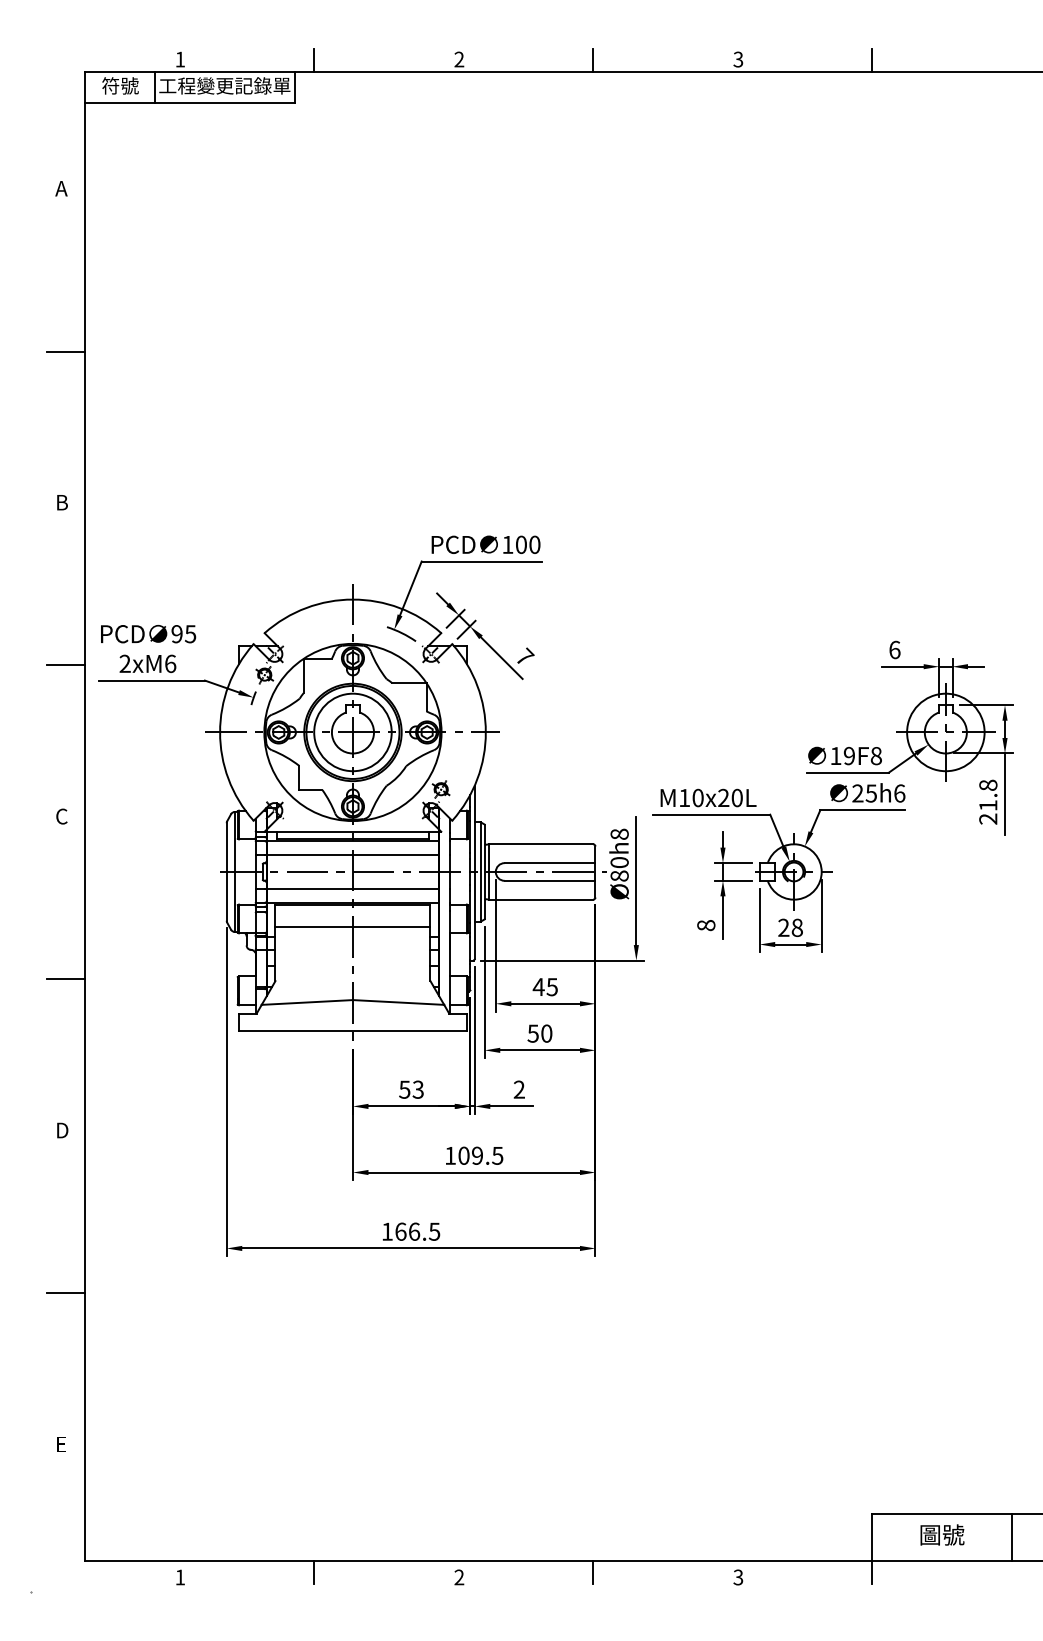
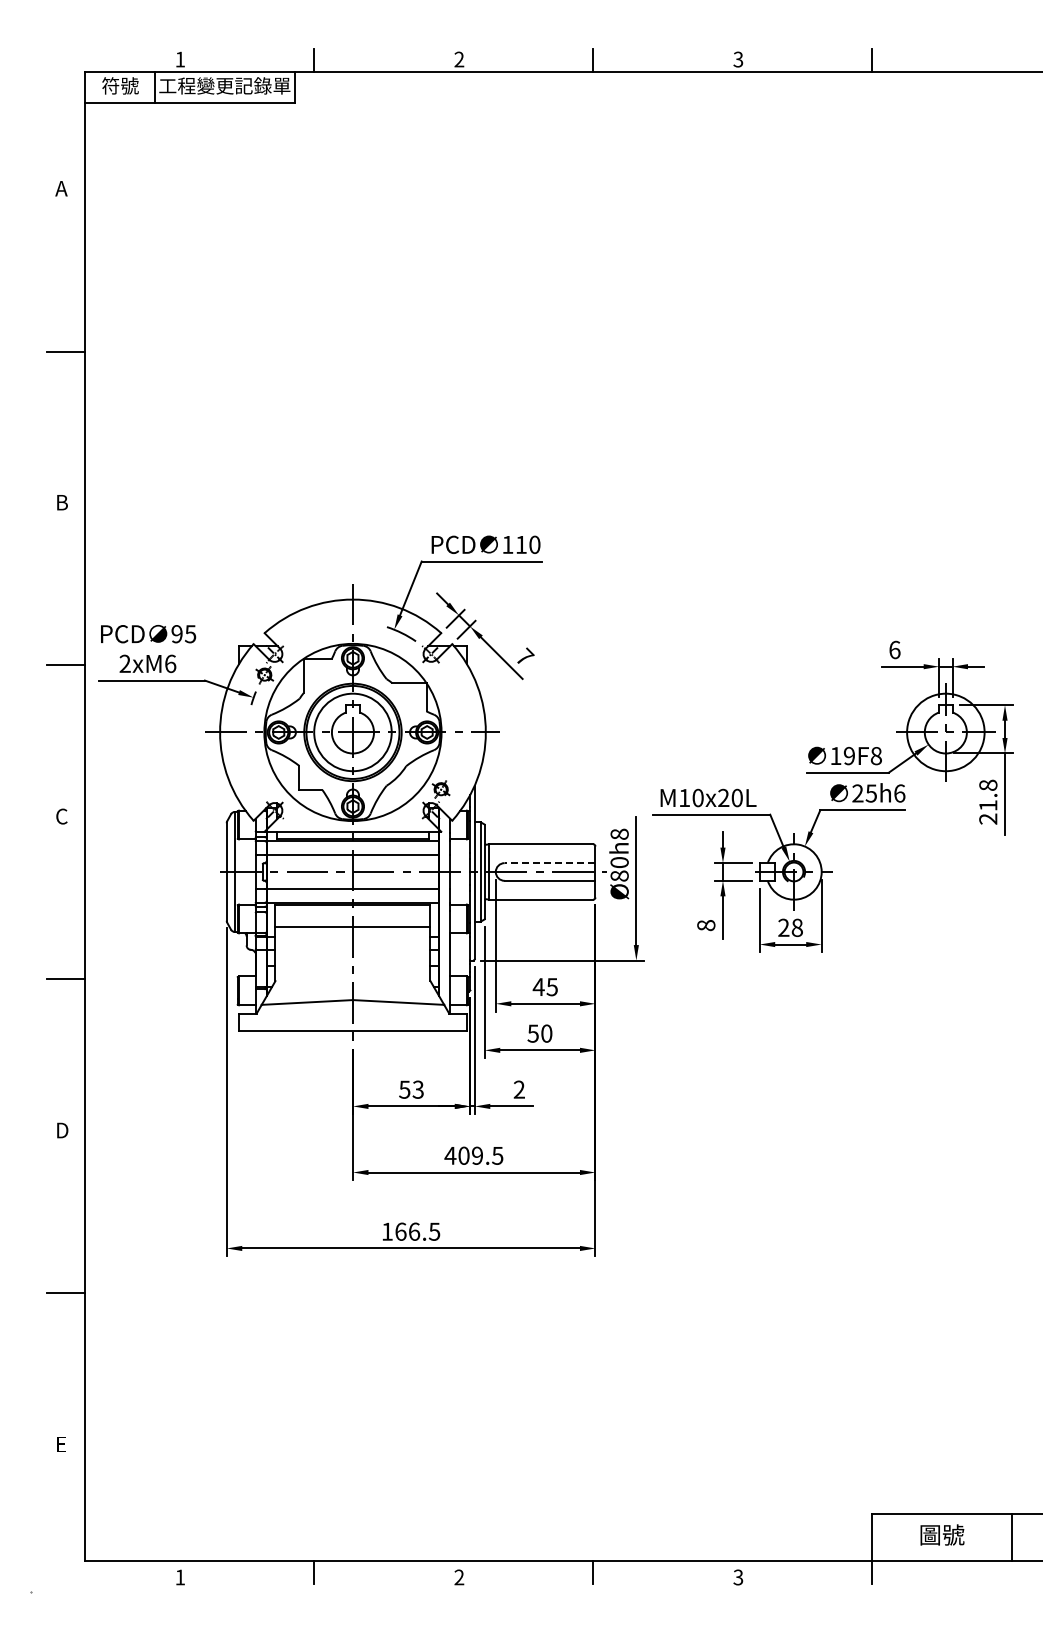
text at (521, 544): 100 -> 110
line at (549, 863): solid -> dashed
text at (450, 1155): 109.5 -> 409.5
